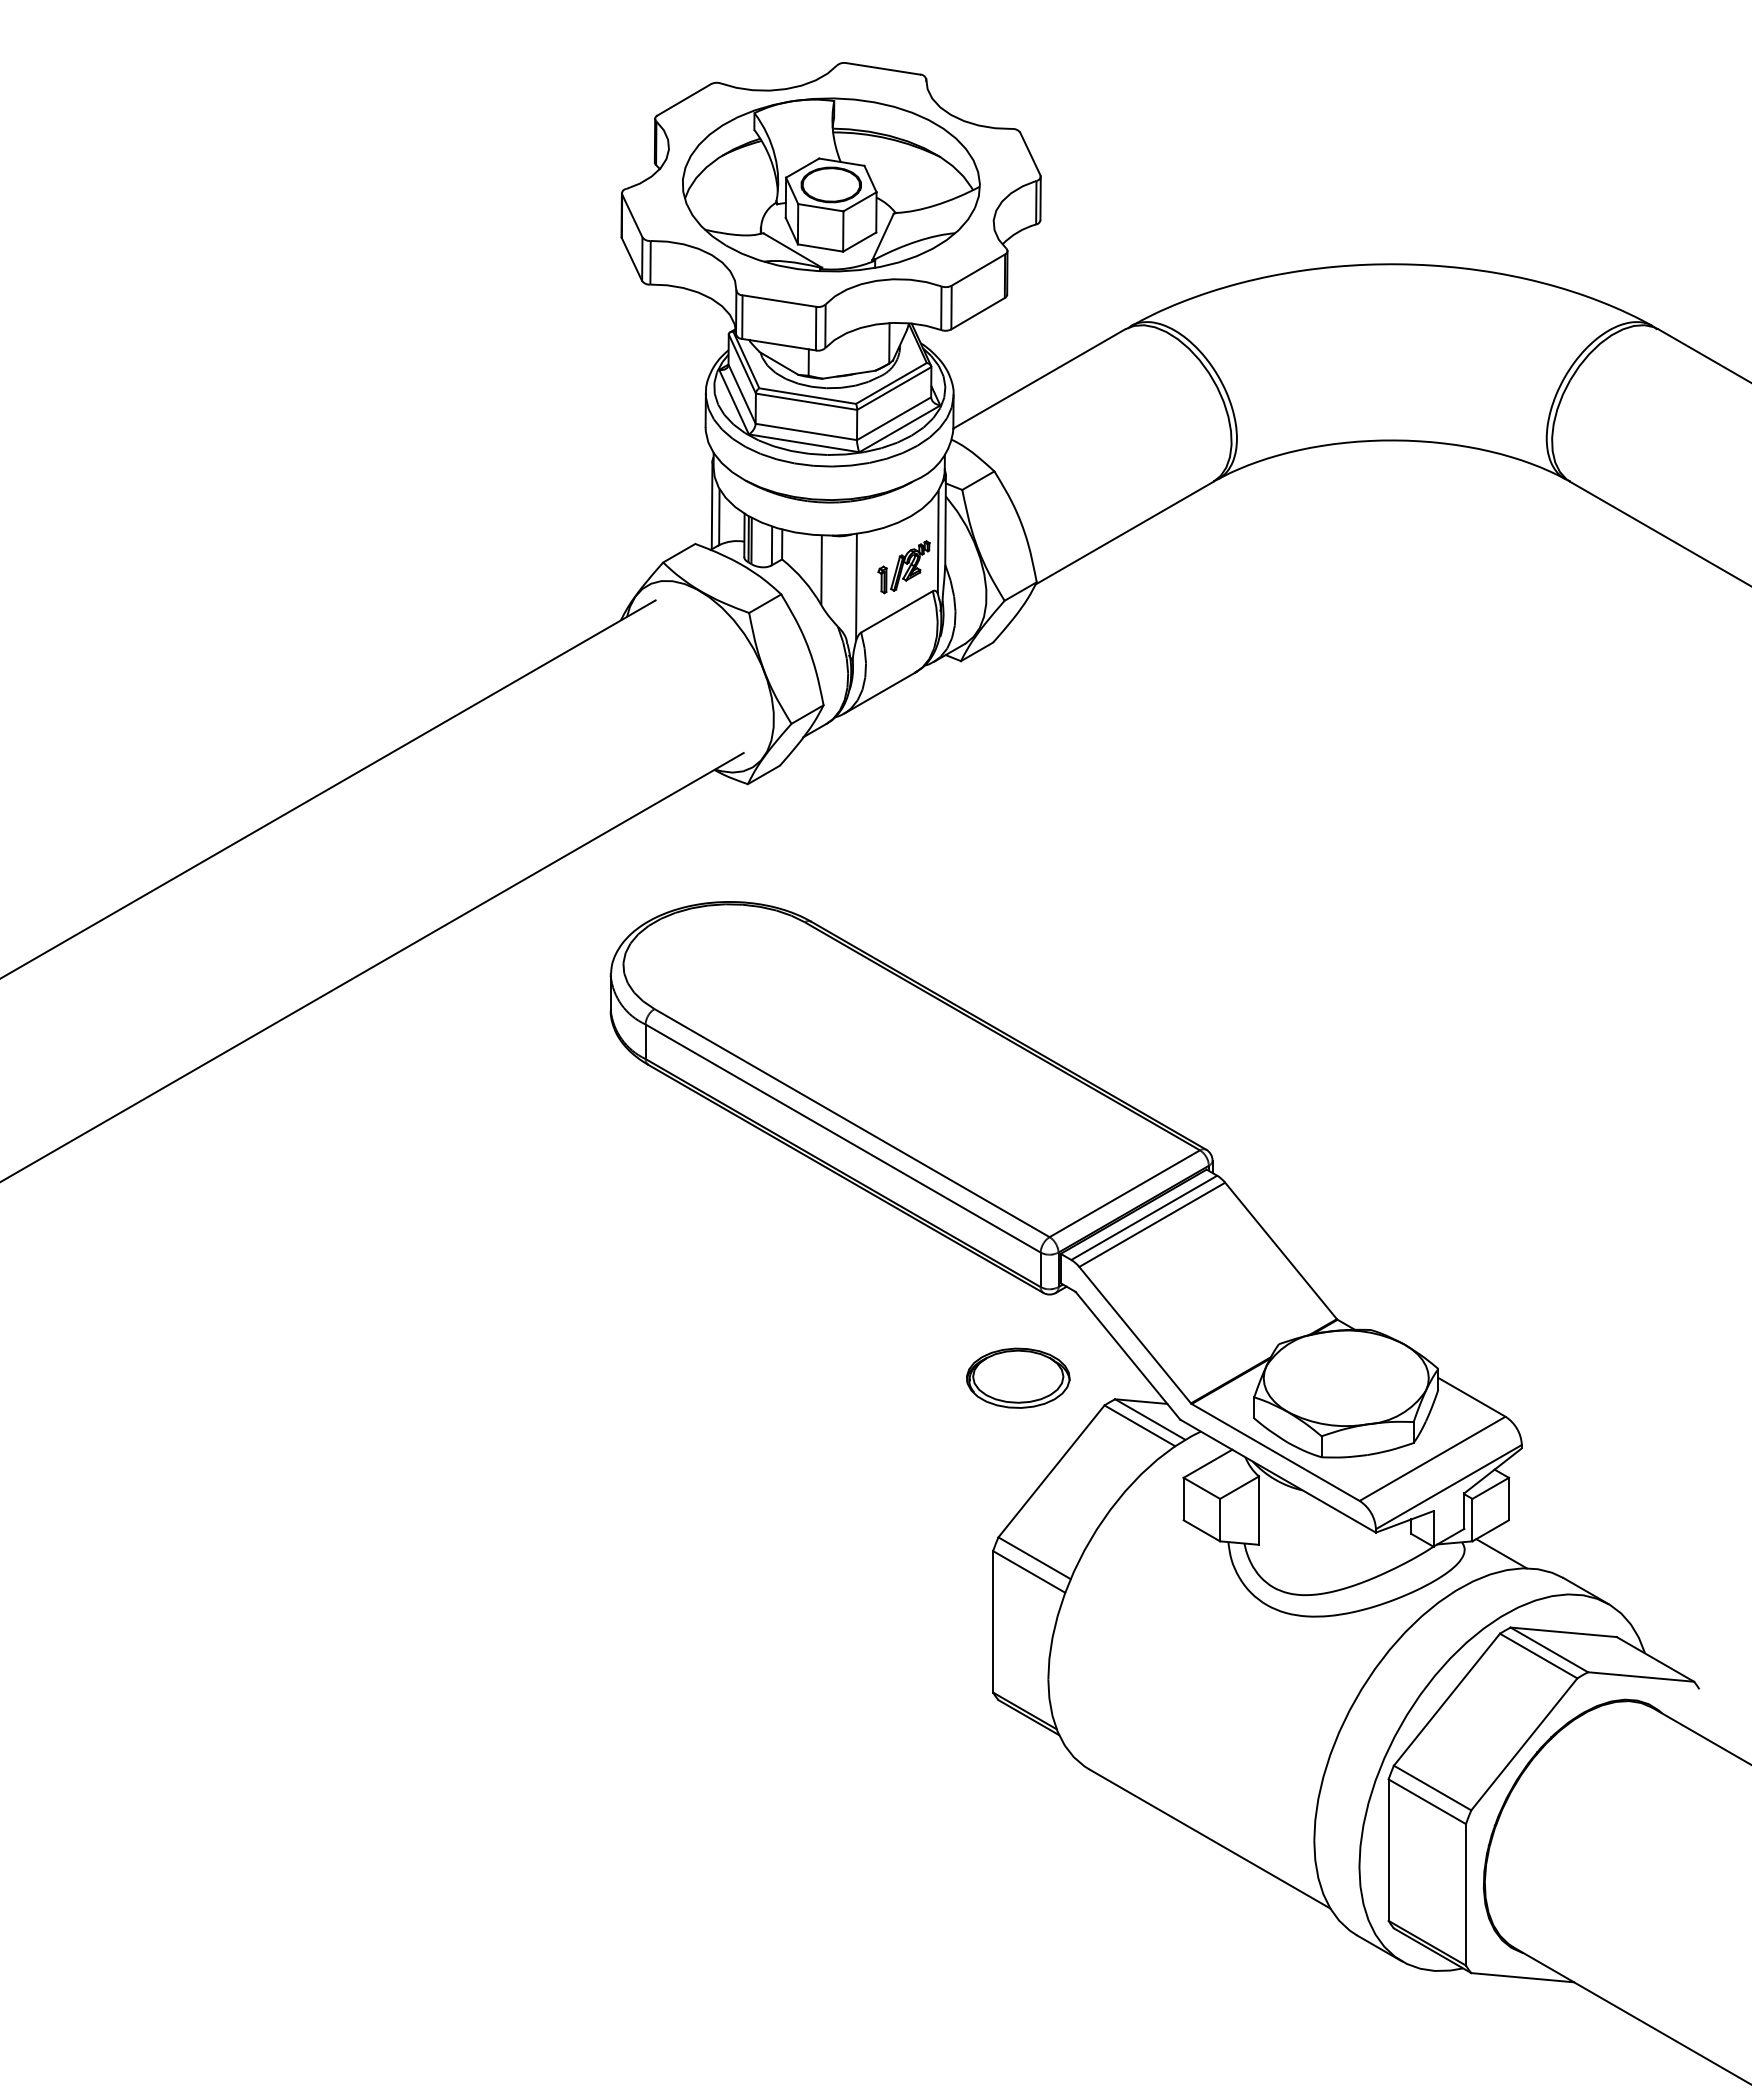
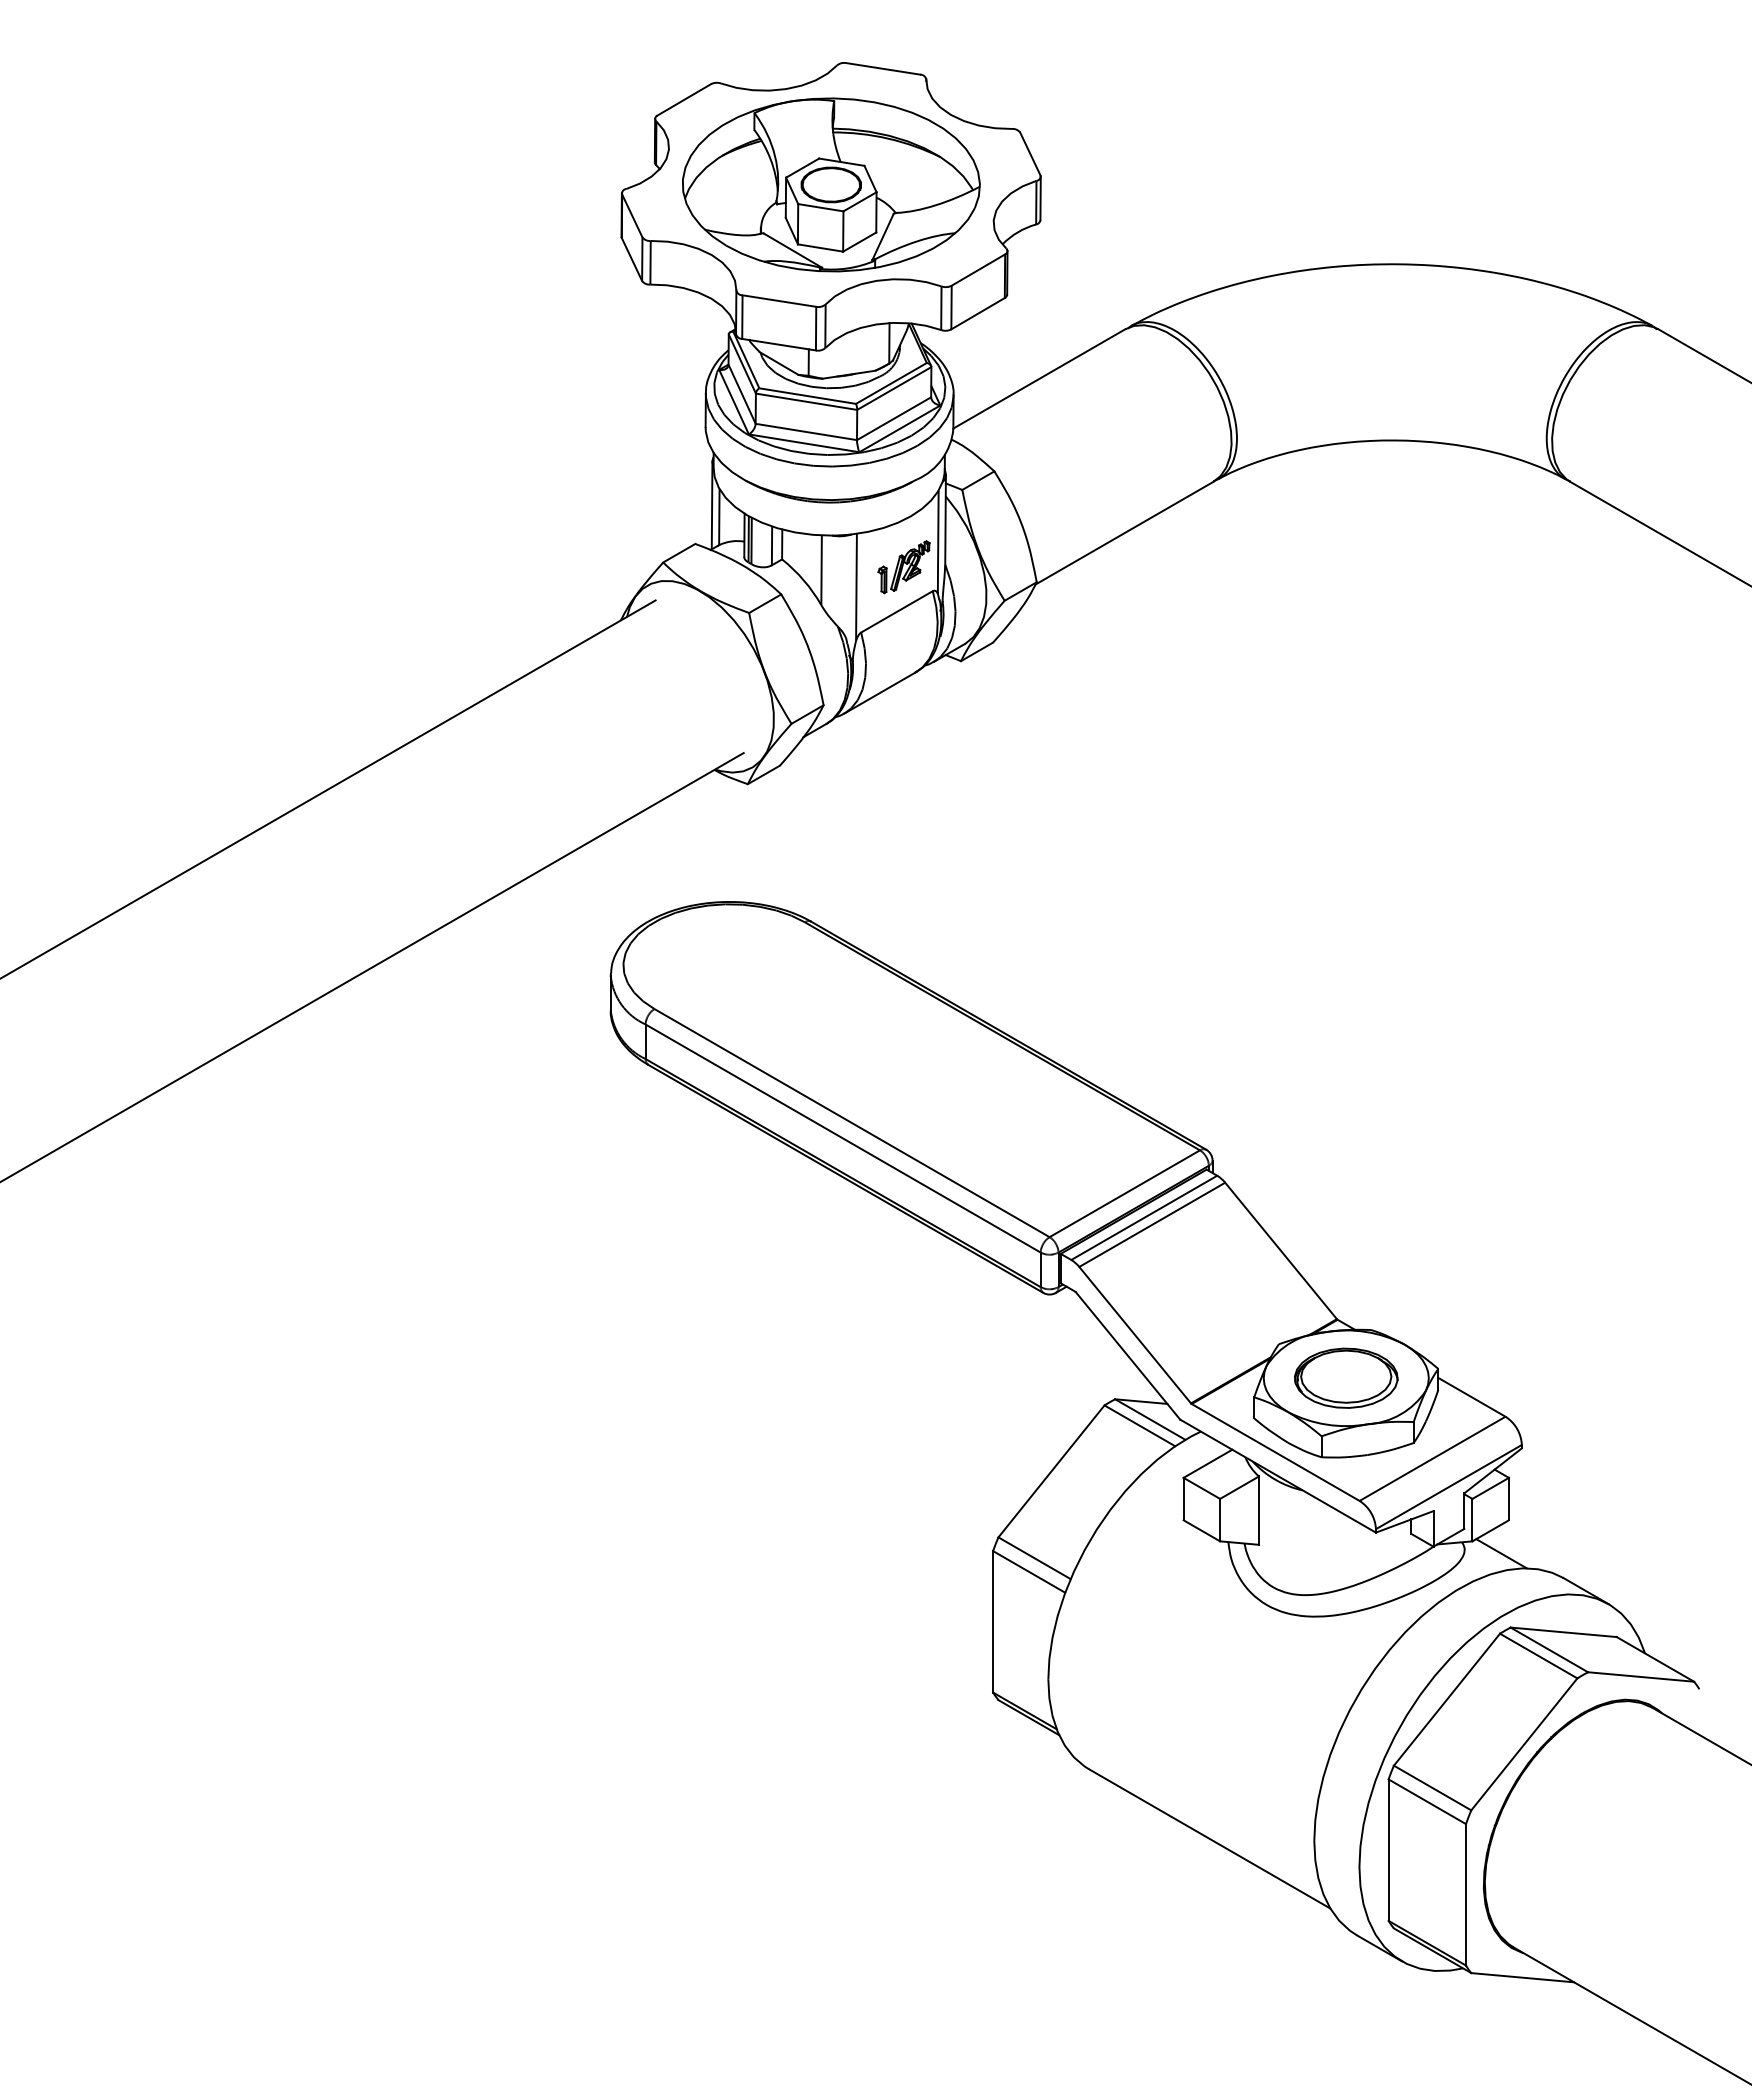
part at (1018, 1377) position: (1018, 1377) -> (1346, 1377)
